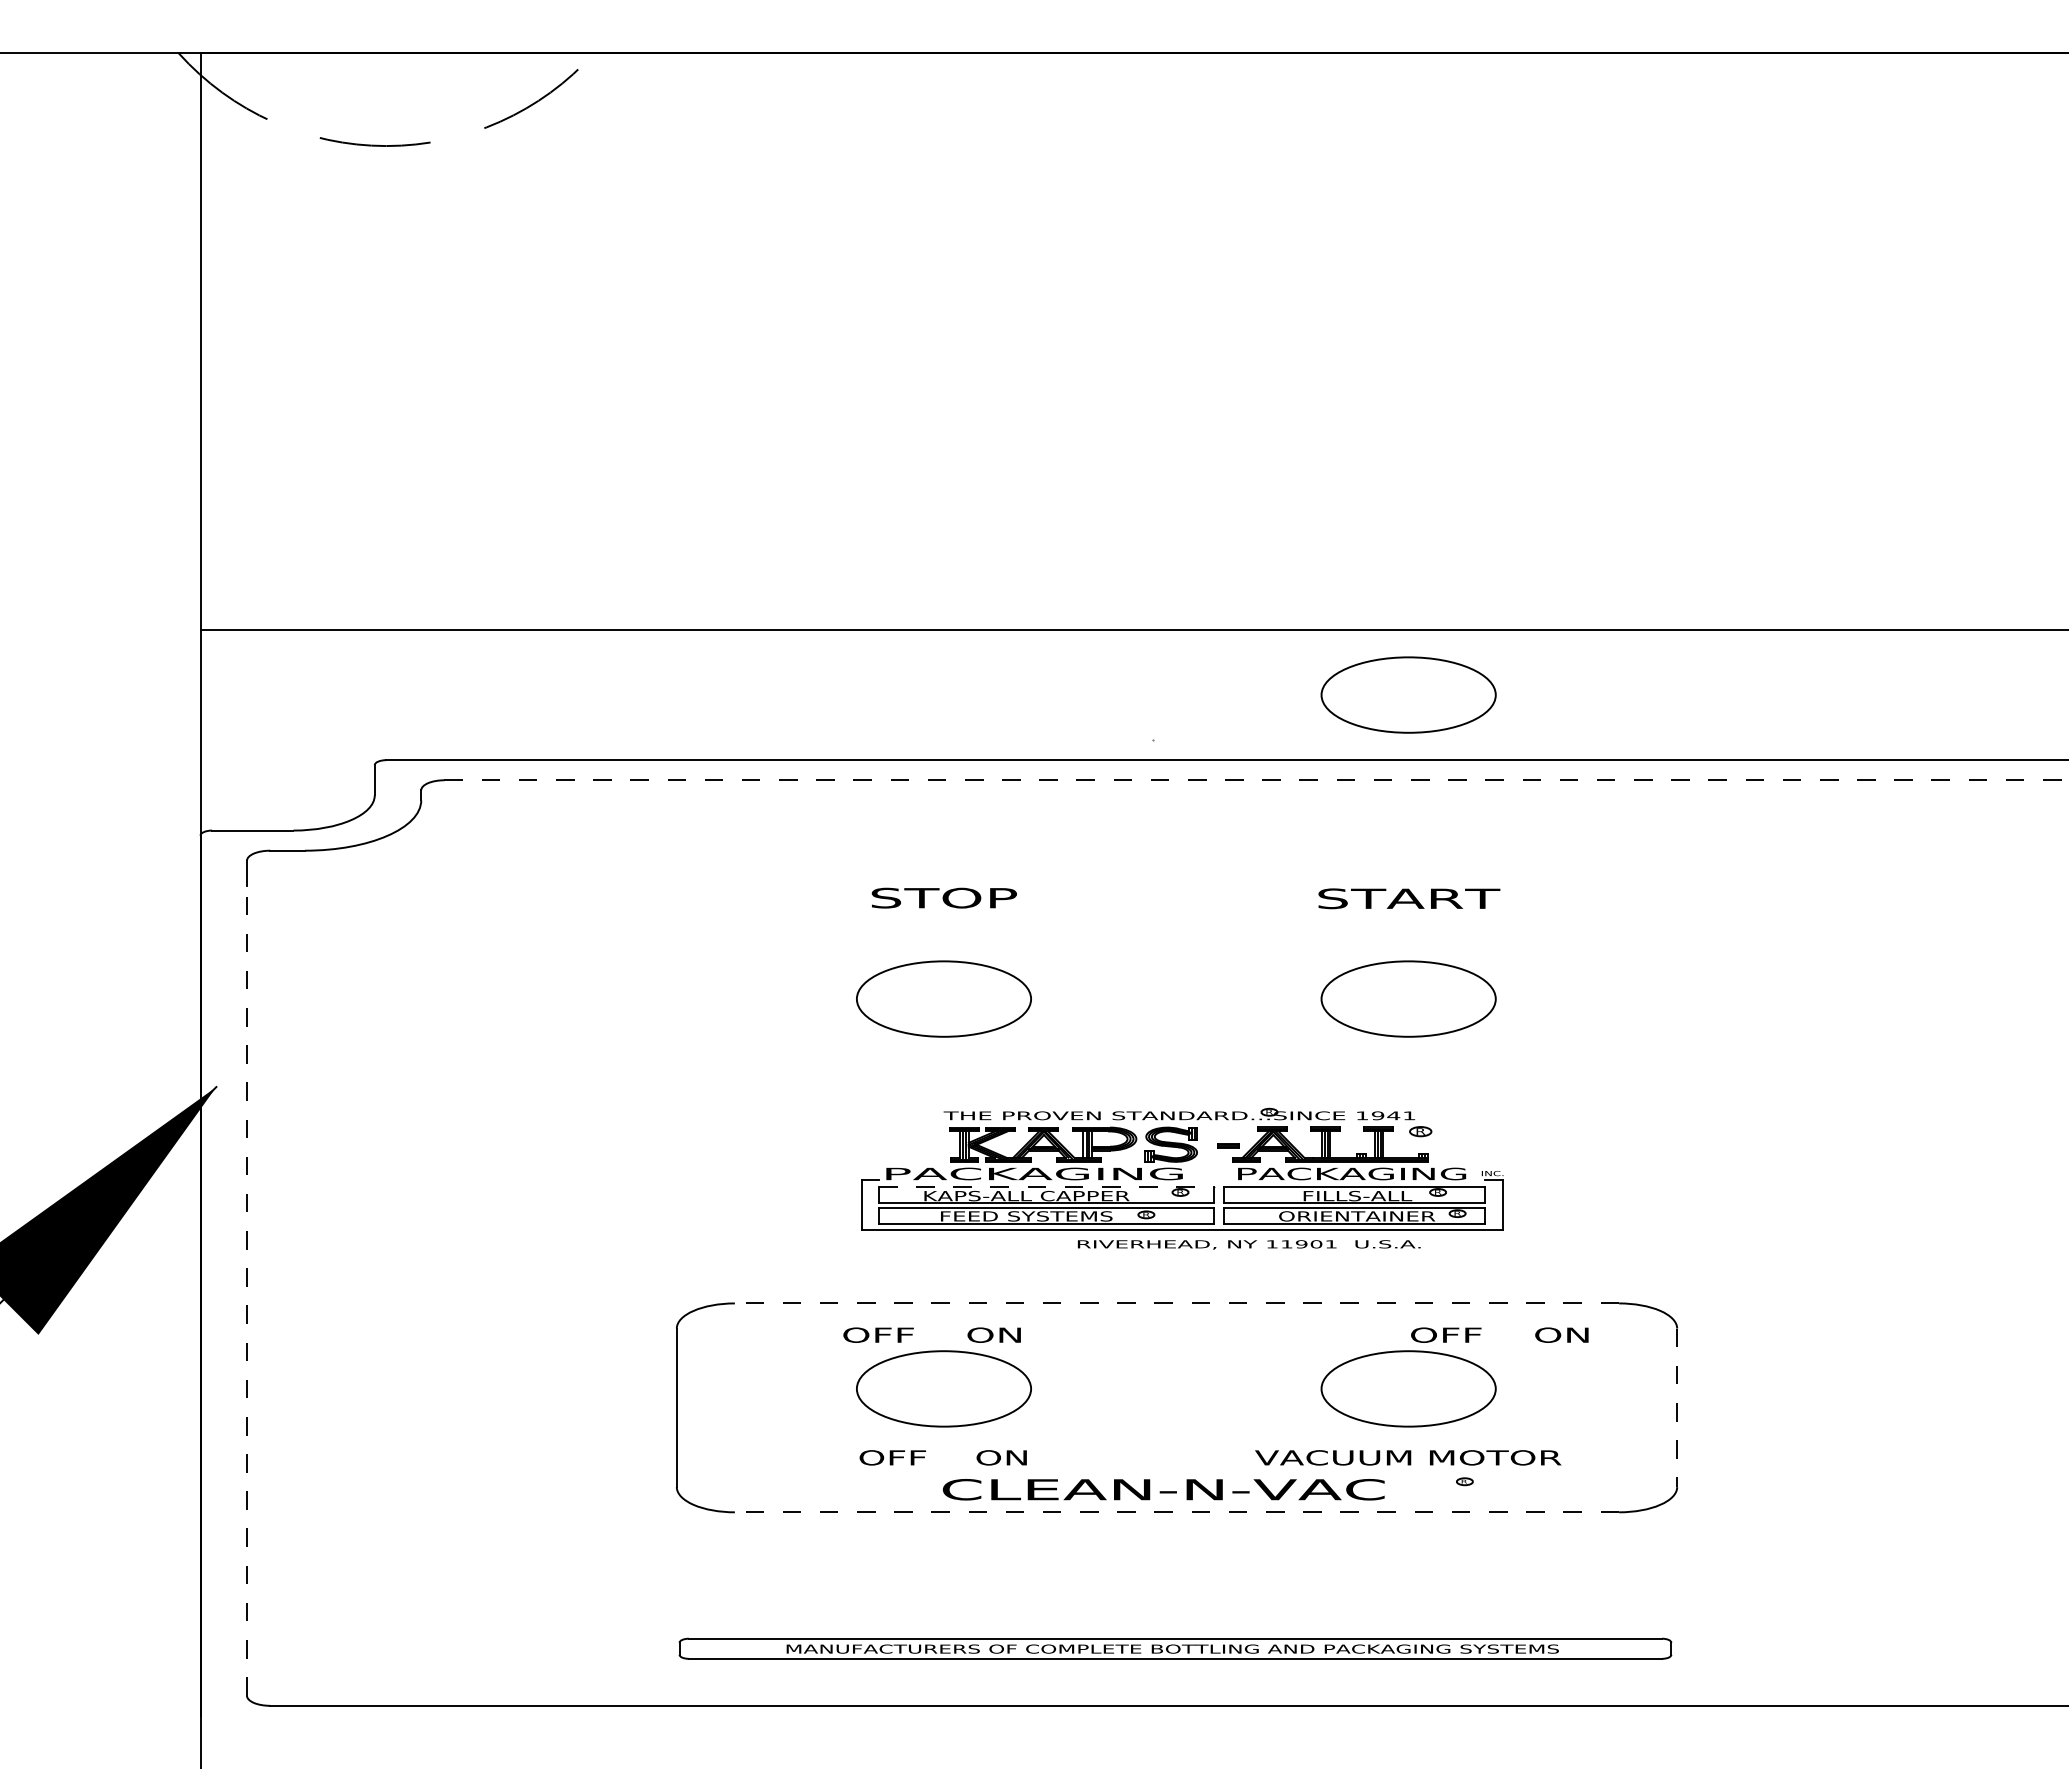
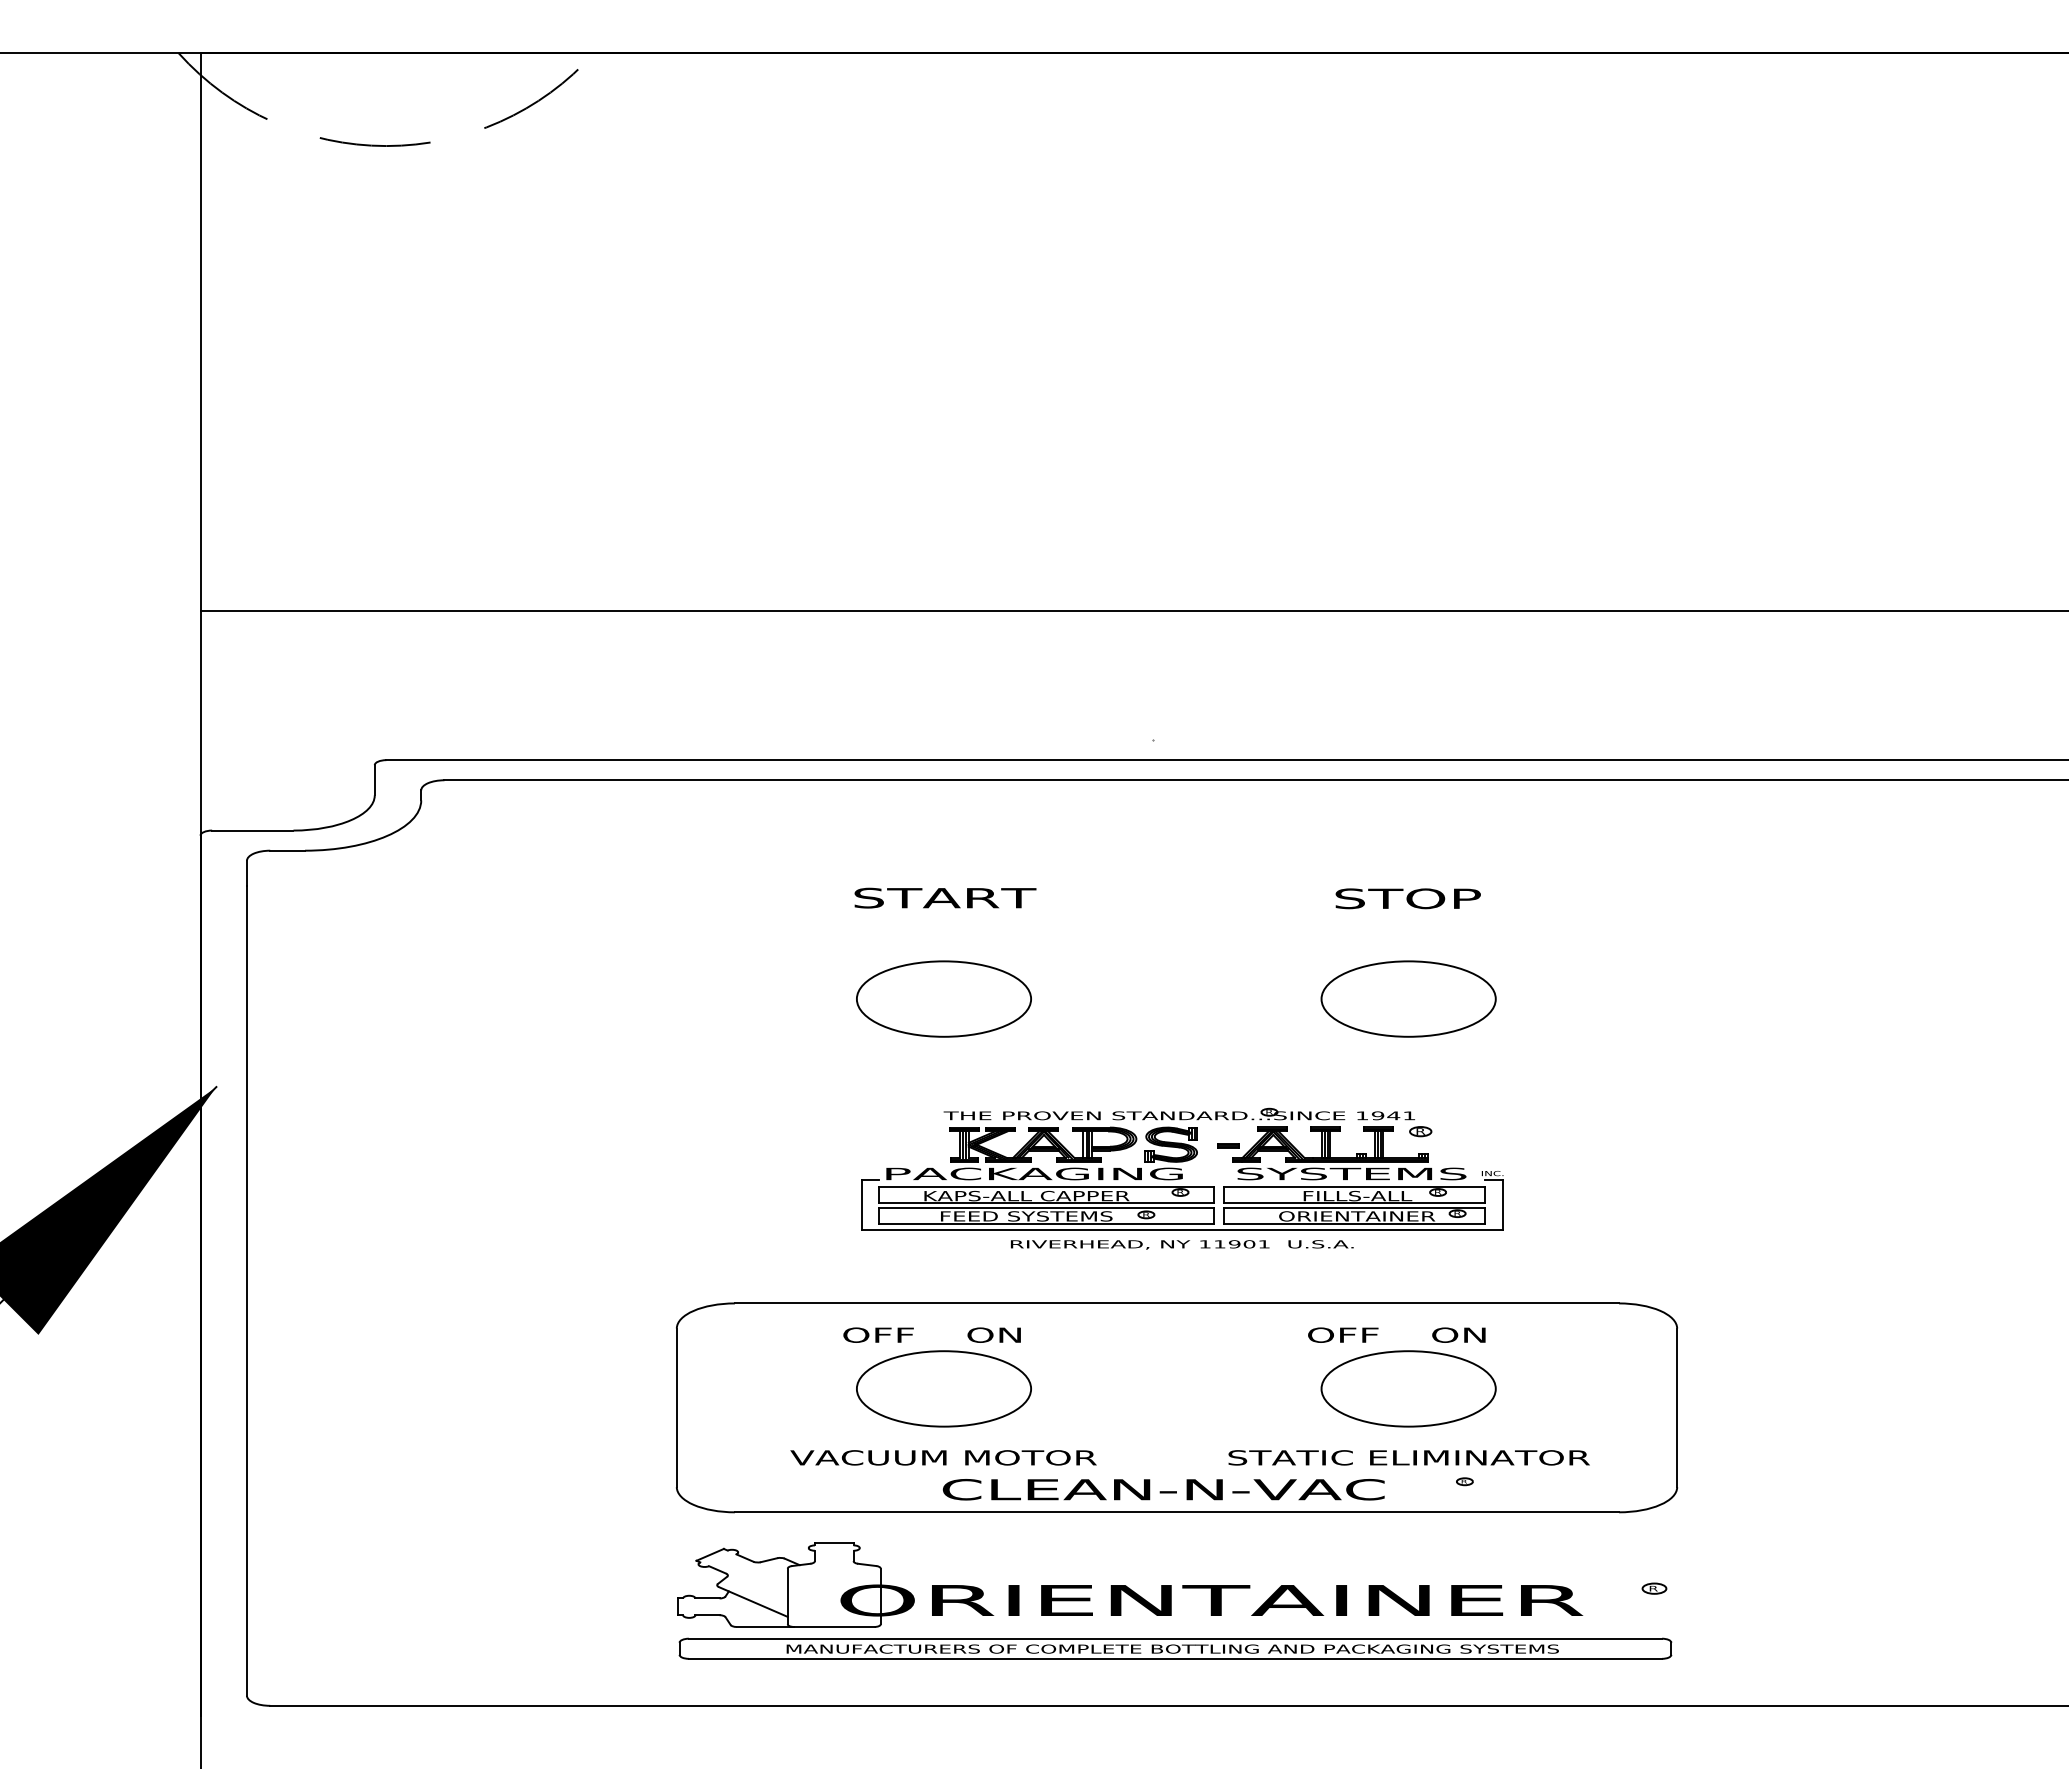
line at (1132, 629) position: (1132, 629) -> (1132, 610)
part at (1408, 694): present -> none
line at (1256, 780): dashed -> solid
text at (945, 897): STOP -> START
text at (1409, 898): START -> STOP
text at (1351, 1173): PACKAGING -> SYSTEMS
line at (1046, 1187): dashed -> solid
text at (1249, 1244) position: (1249, 1244) -> (1182, 1244)
line at (246, 1290): dashed -> solid
line at (1176, 1303): dashed -> solid
text at (1499, 1334) position: (1499, 1334) -> (1396, 1334)
line at (1677, 1408): dashed -> solid
text at (943, 1457): OFF    ON -> VACUUM MOTOR
text at (1408, 1457): VACUUM MOTOR -> STATIC ELIMINATOR
line at (1176, 1512): dashed -> solid
part at (1130, 1584): none -> present
part at (1654, 1588): none -> present
